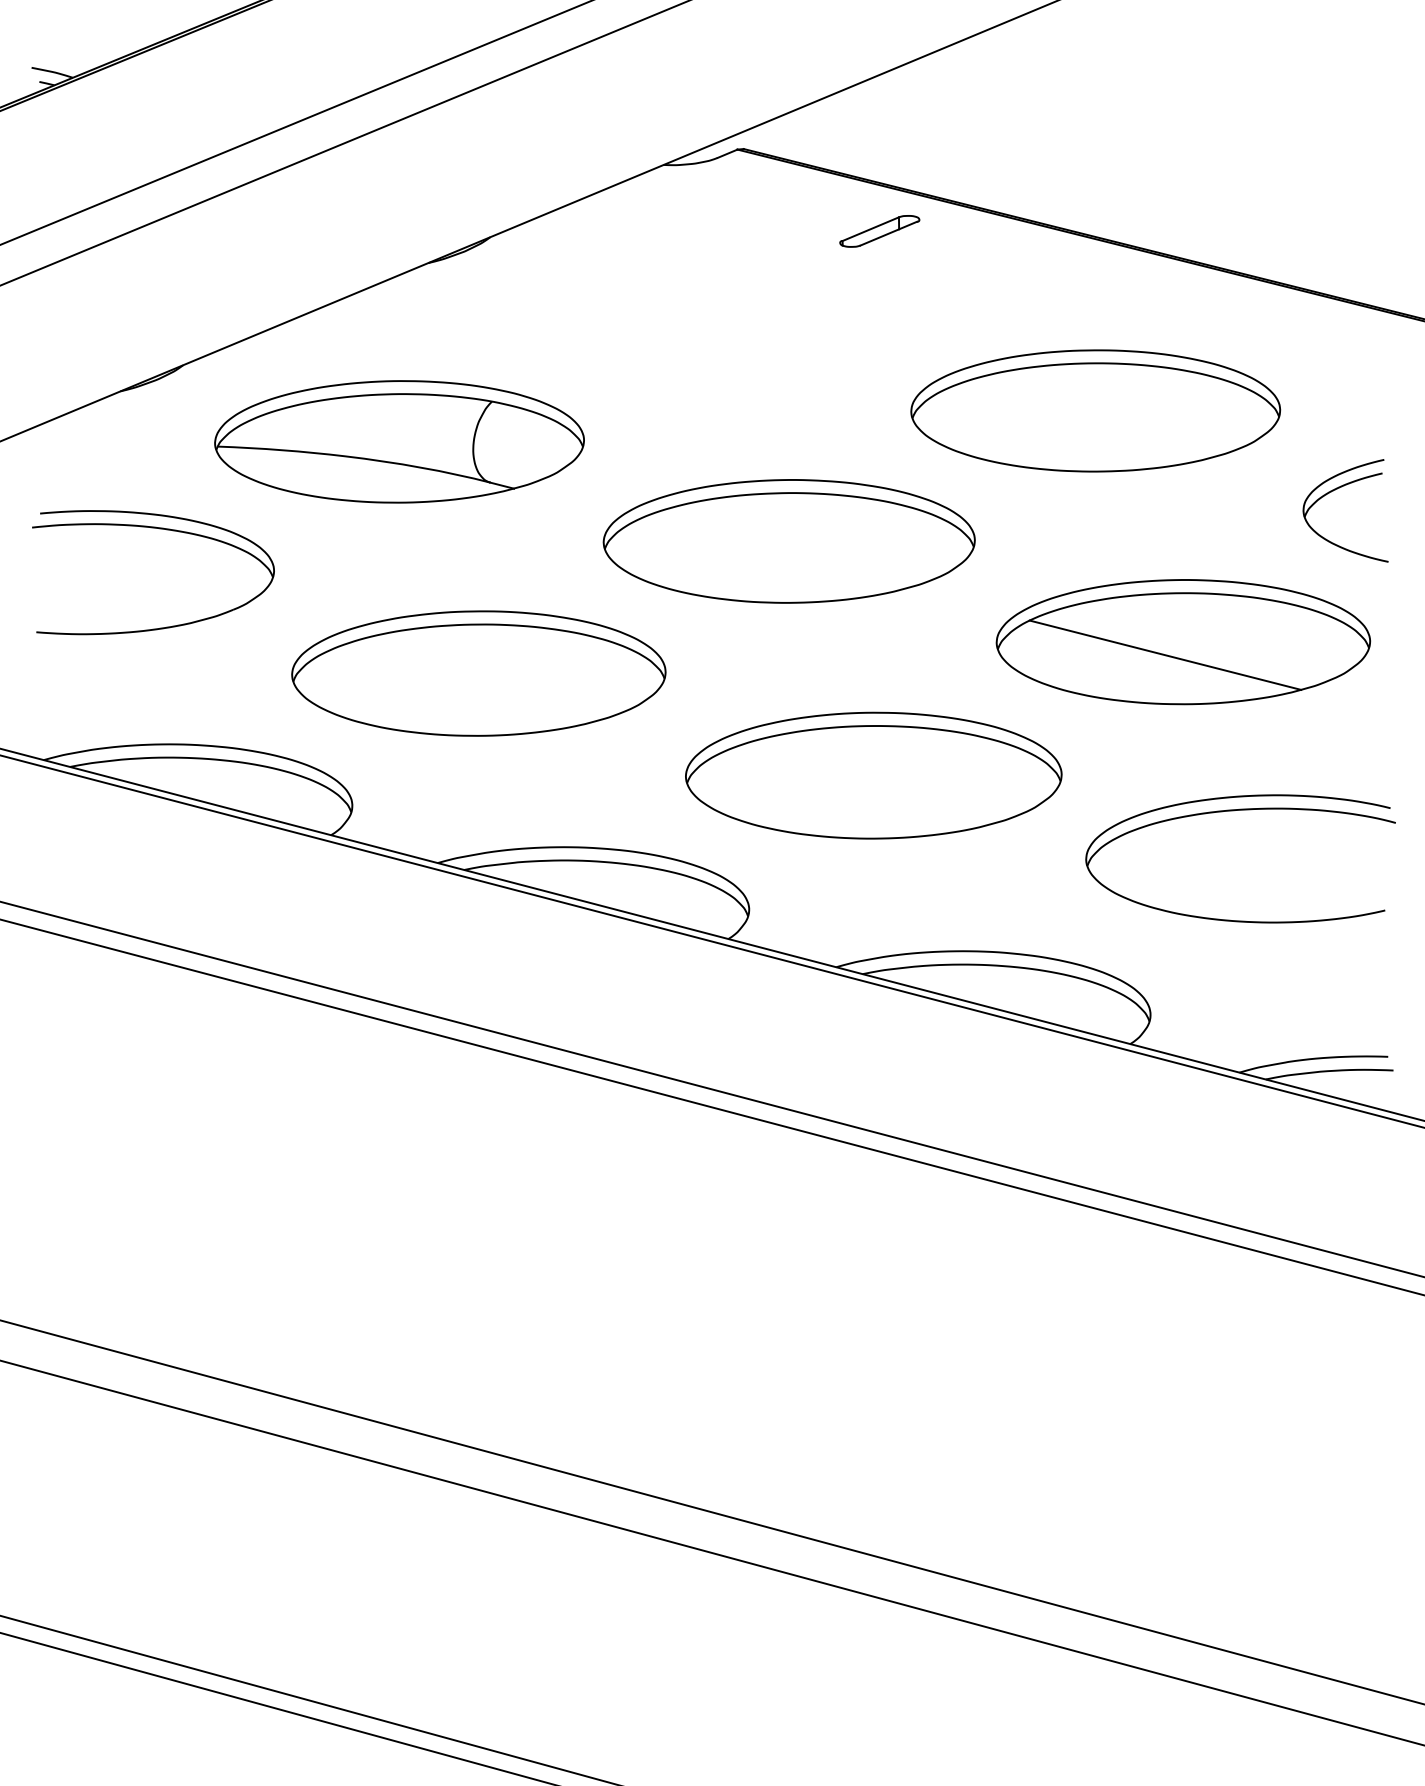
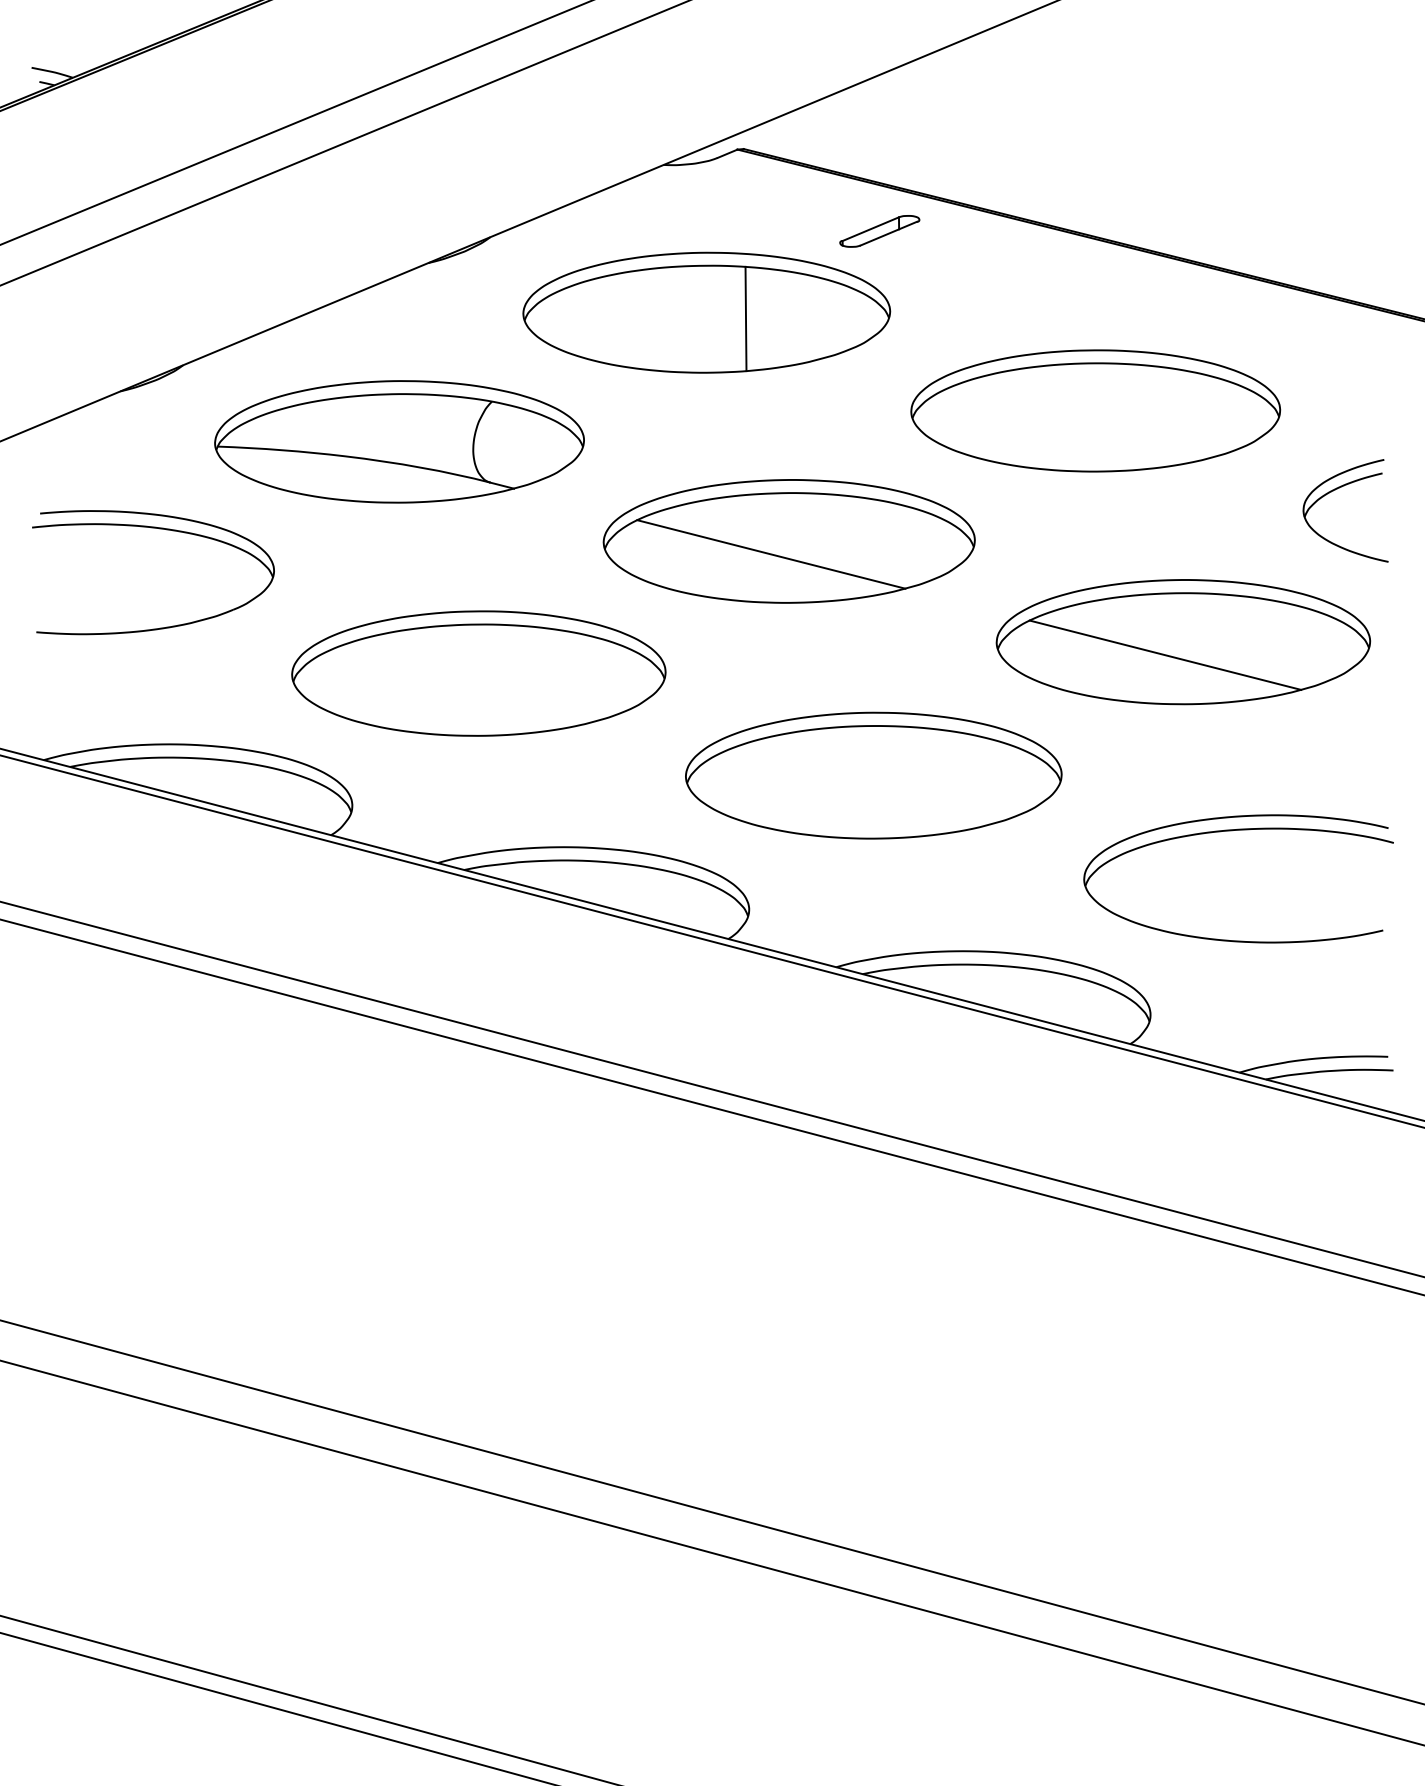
part at (706, 312): none -> present
line at (771, 554): none -> present
part at (1234, 811) position: (1234, 811) -> (1232, 831)
